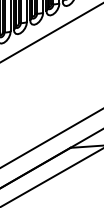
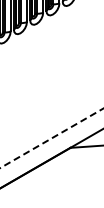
line at (51, 32): present -> none
line at (51, 138): solid -> dashed
line at (52, 176): present -> none
